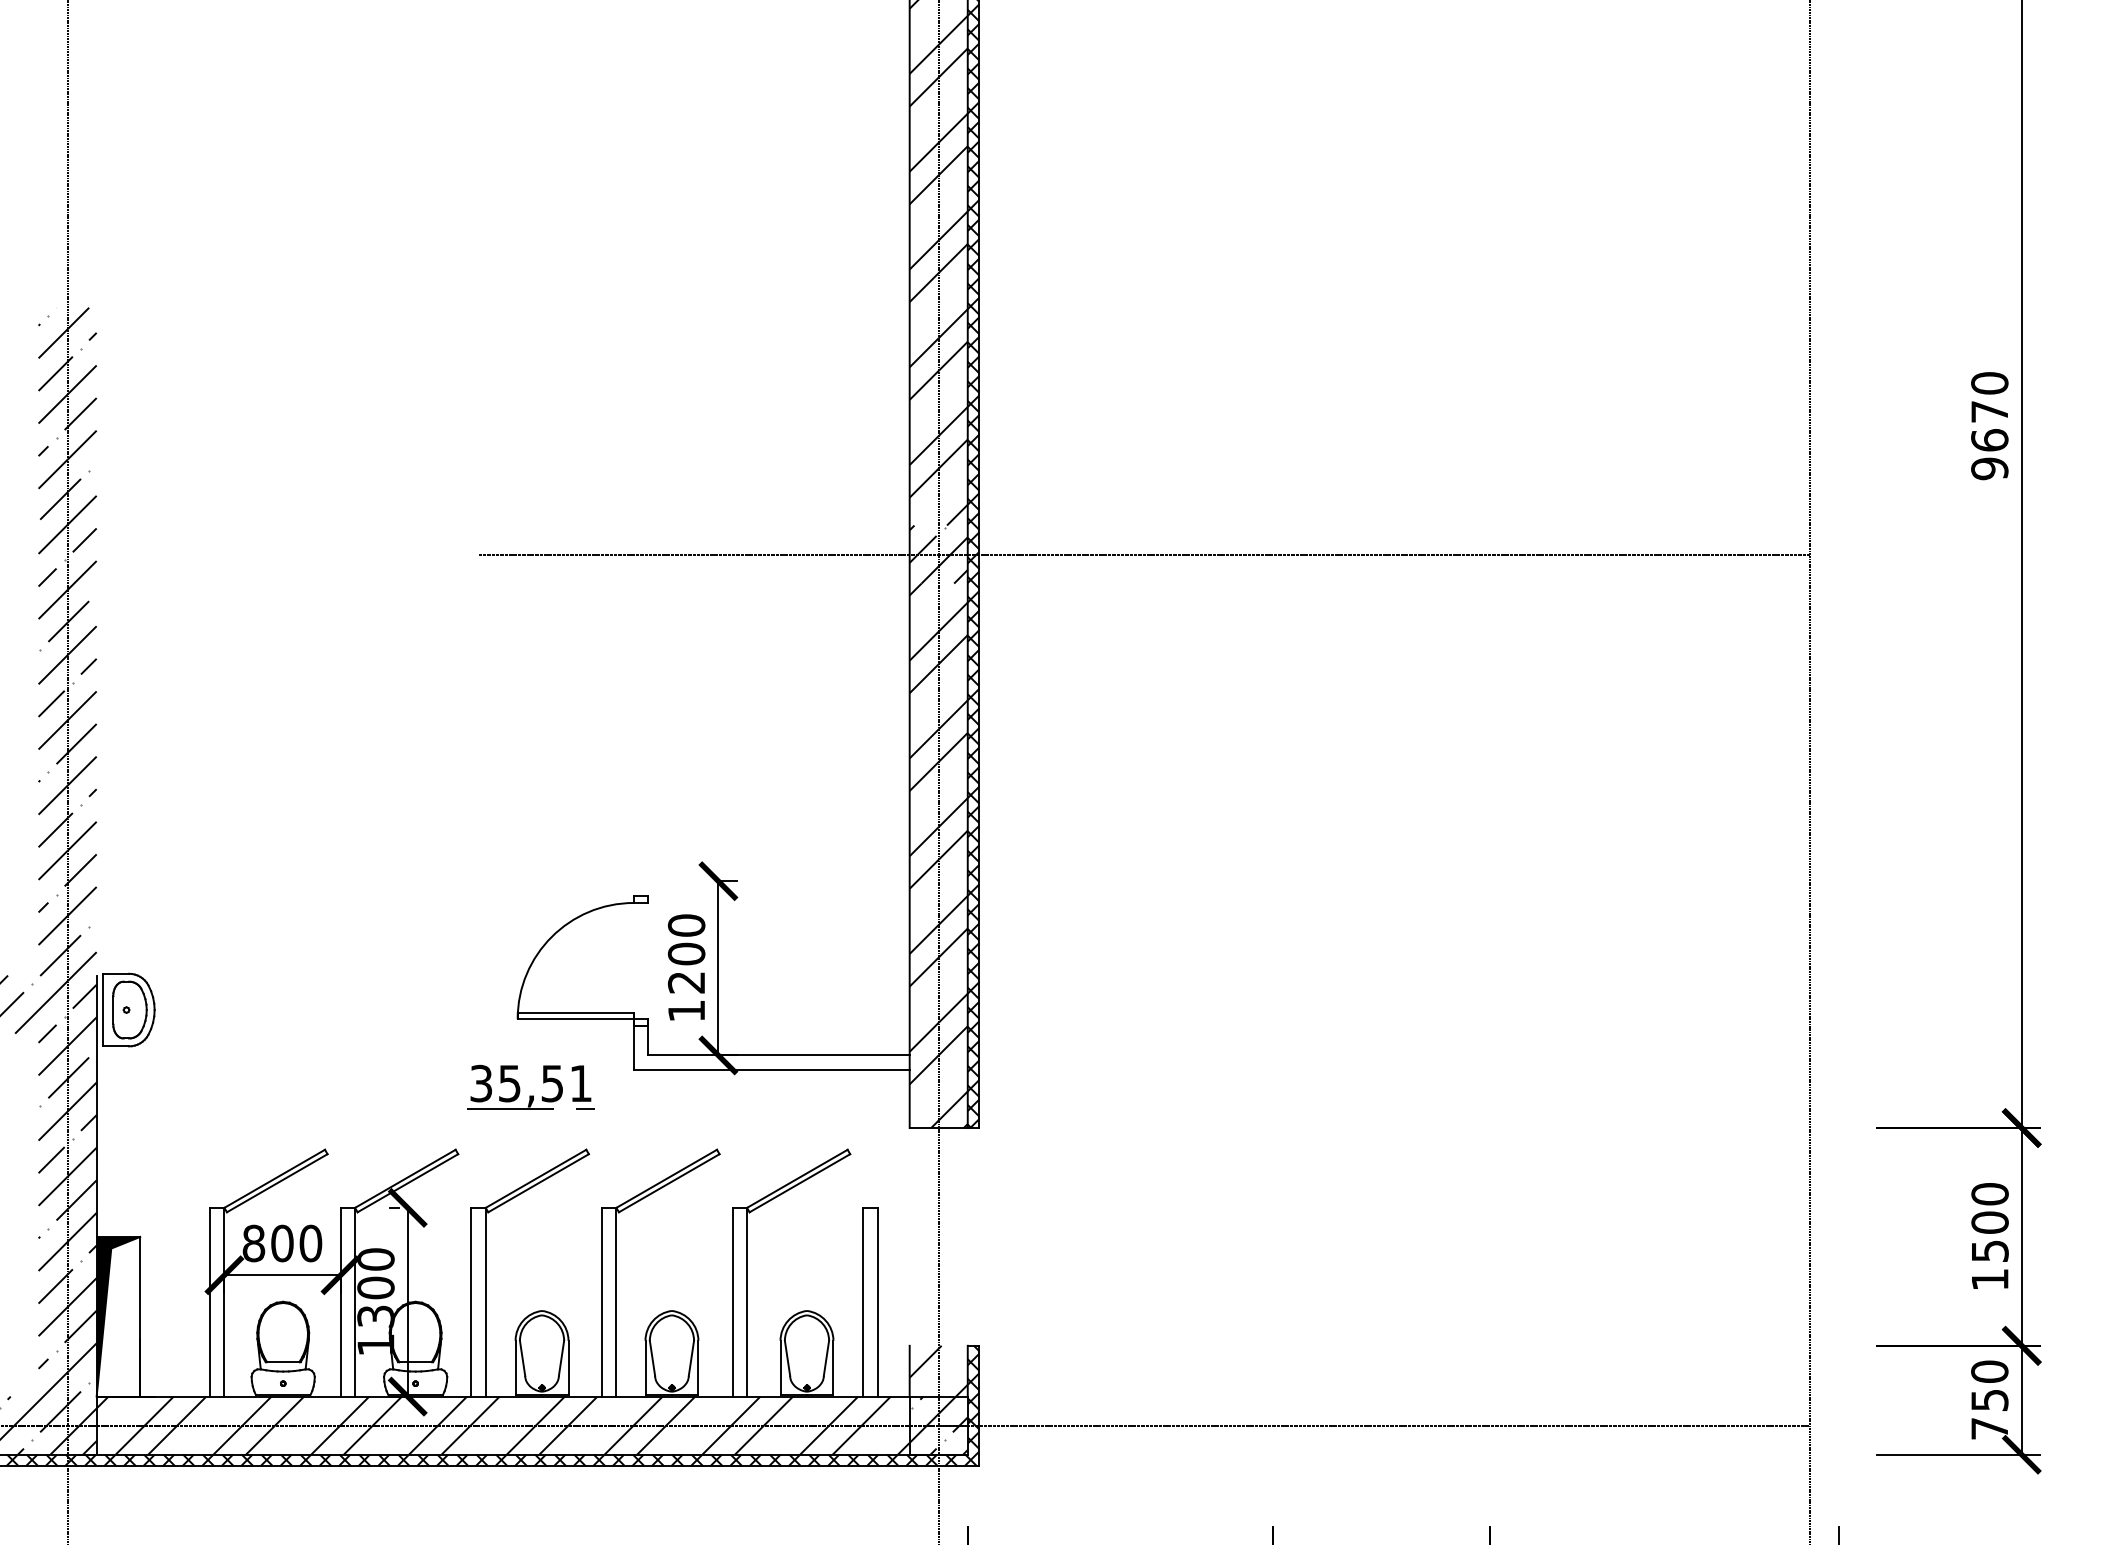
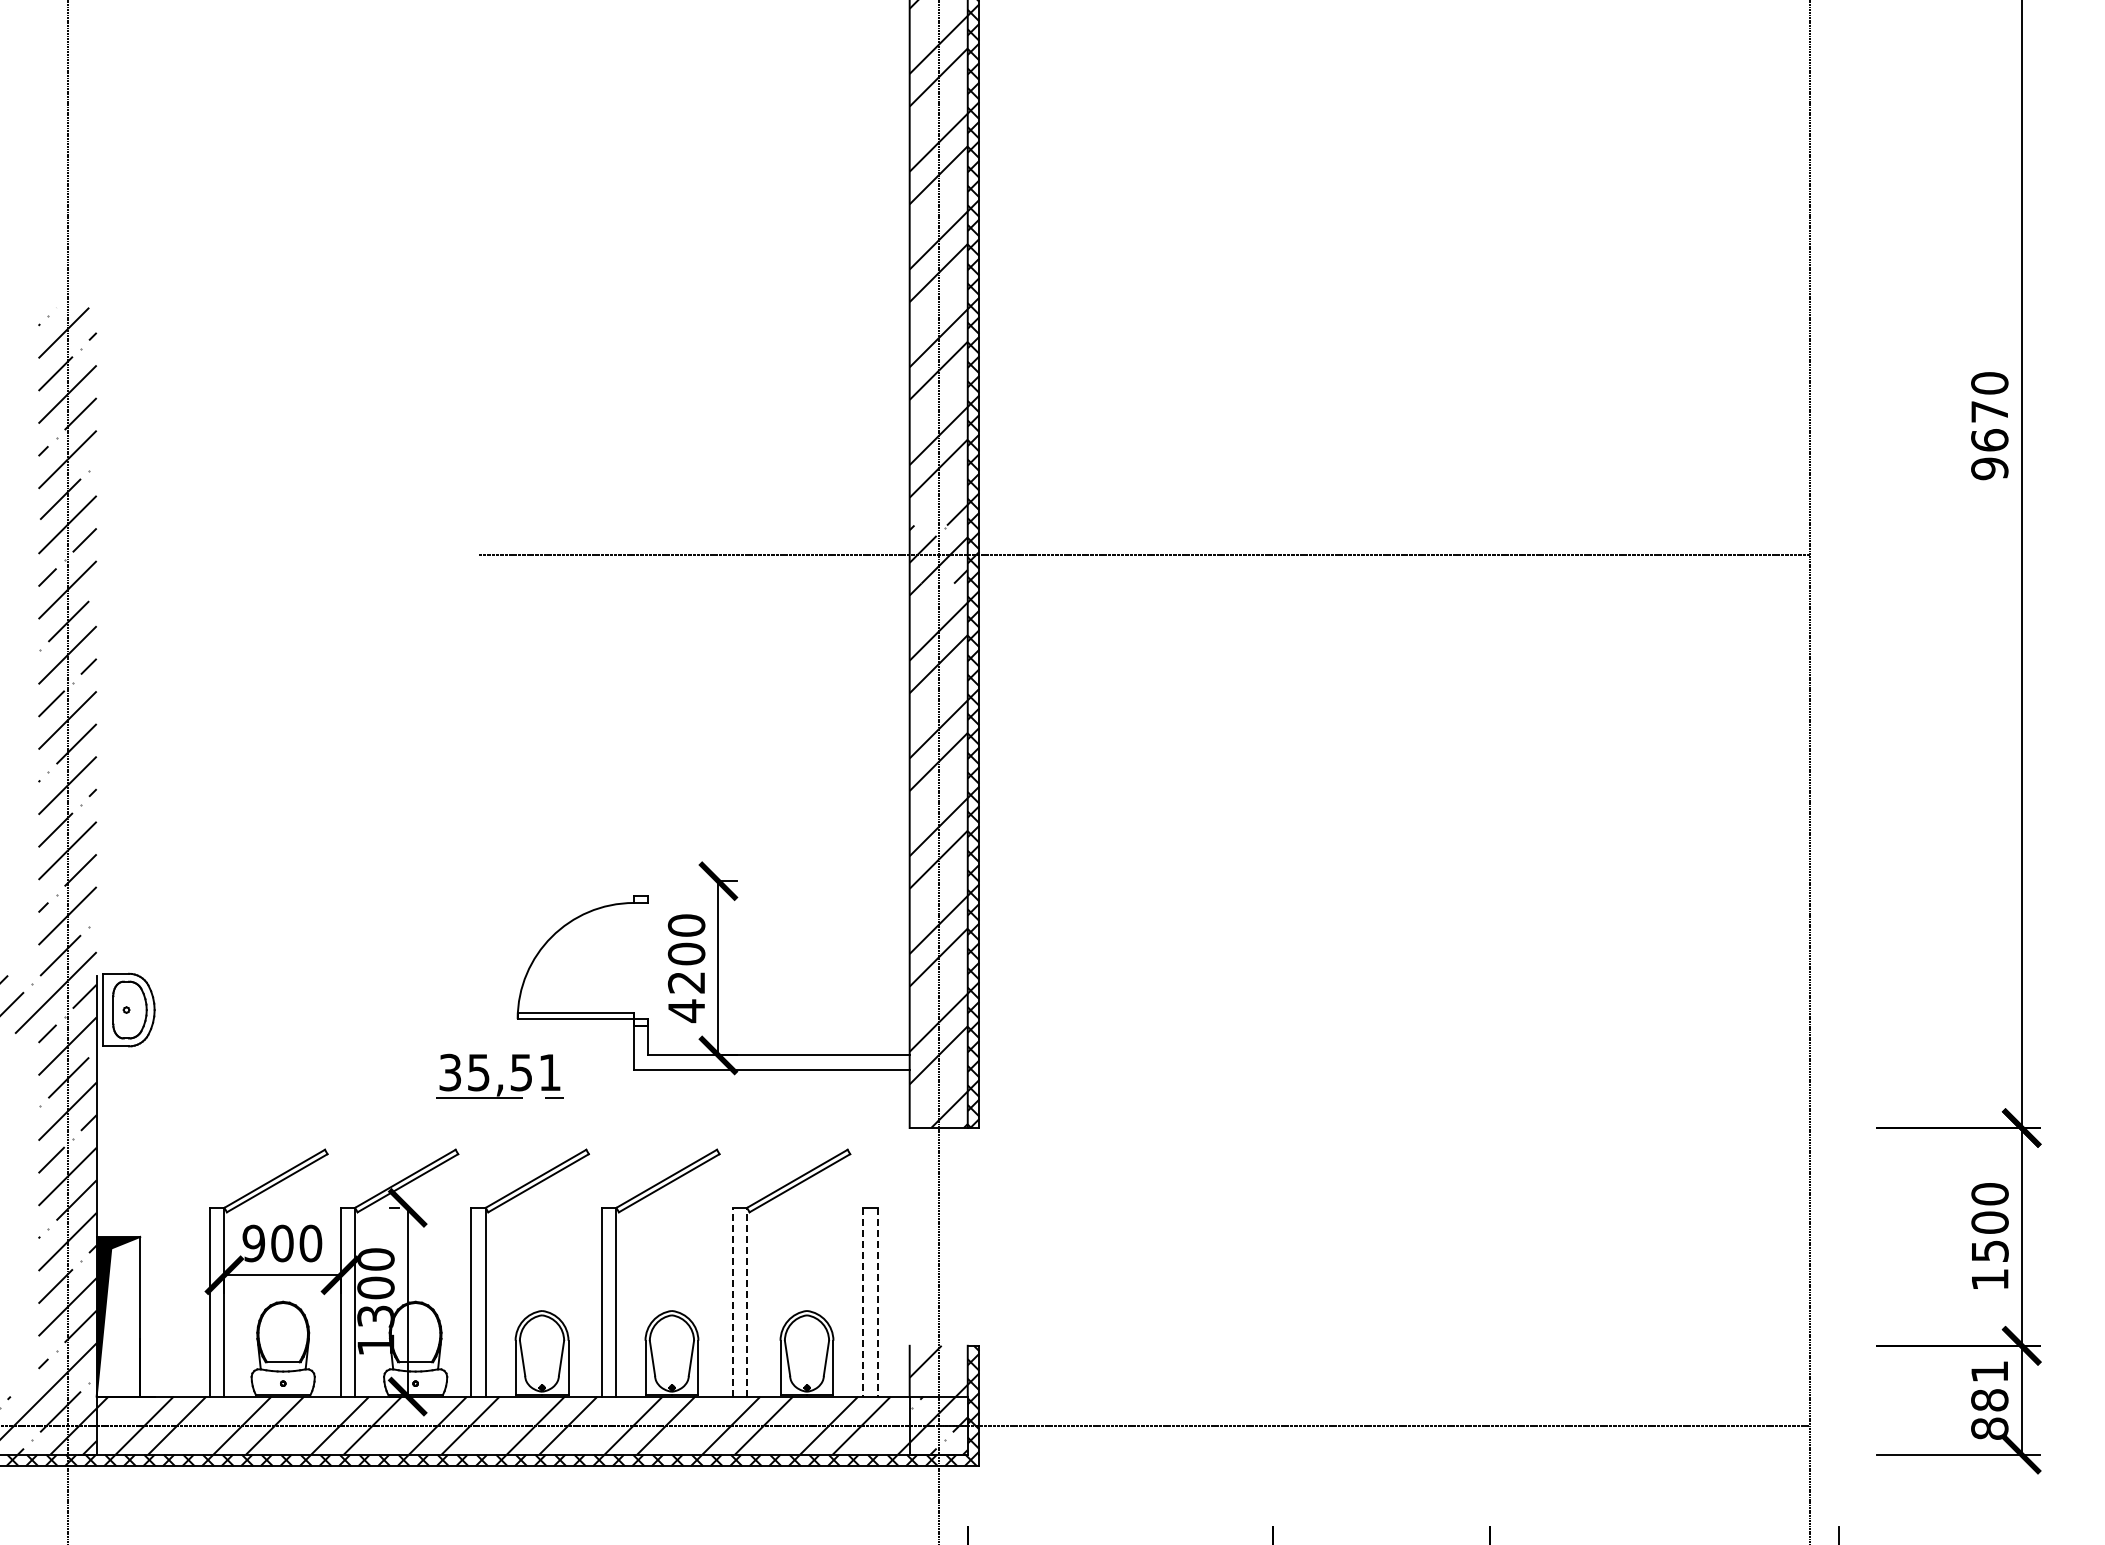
text at (686, 1011): 1200 -> 4200
part at (530, 1095) position: (530, 1095) -> (499, 1084)
text at (253, 1243): 800 -> 900
line at (732, 1301): solid -> dashed
line at (747, 1301): solid -> dashed
line at (863, 1302): solid -> dashed
line at (877, 1302): solid -> dashed
text at (1989, 1399): 750 -> 881
